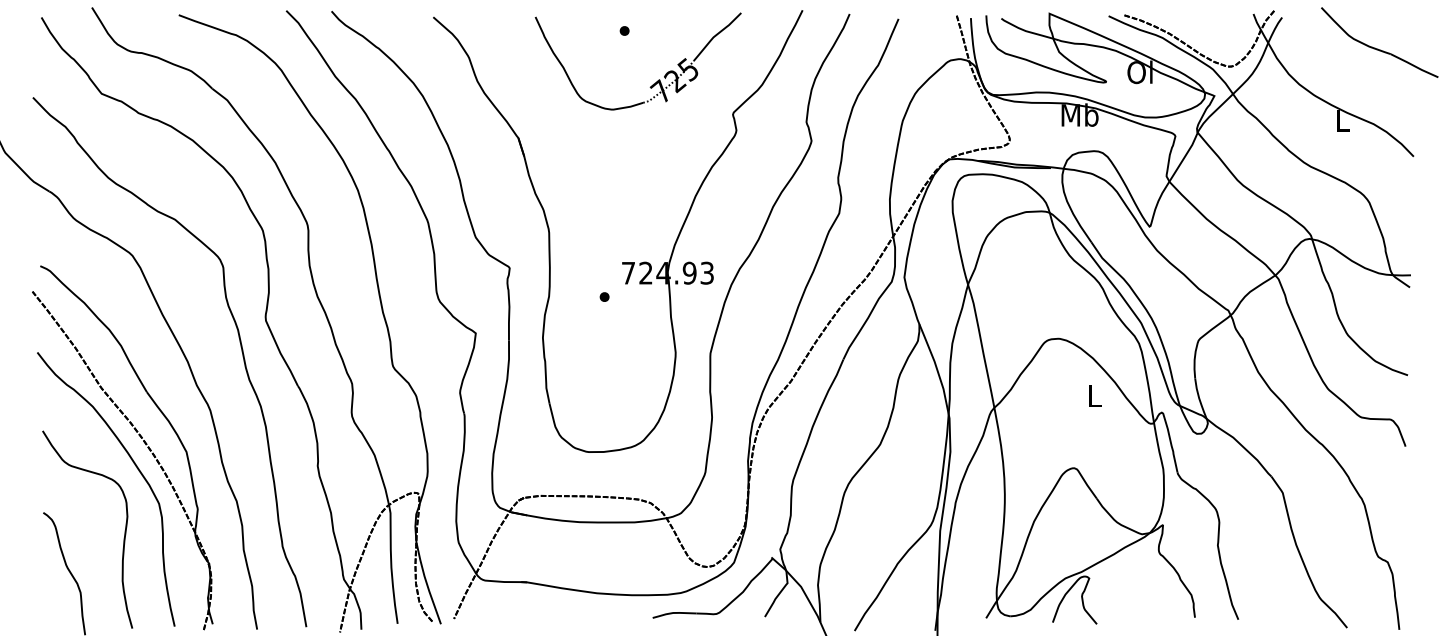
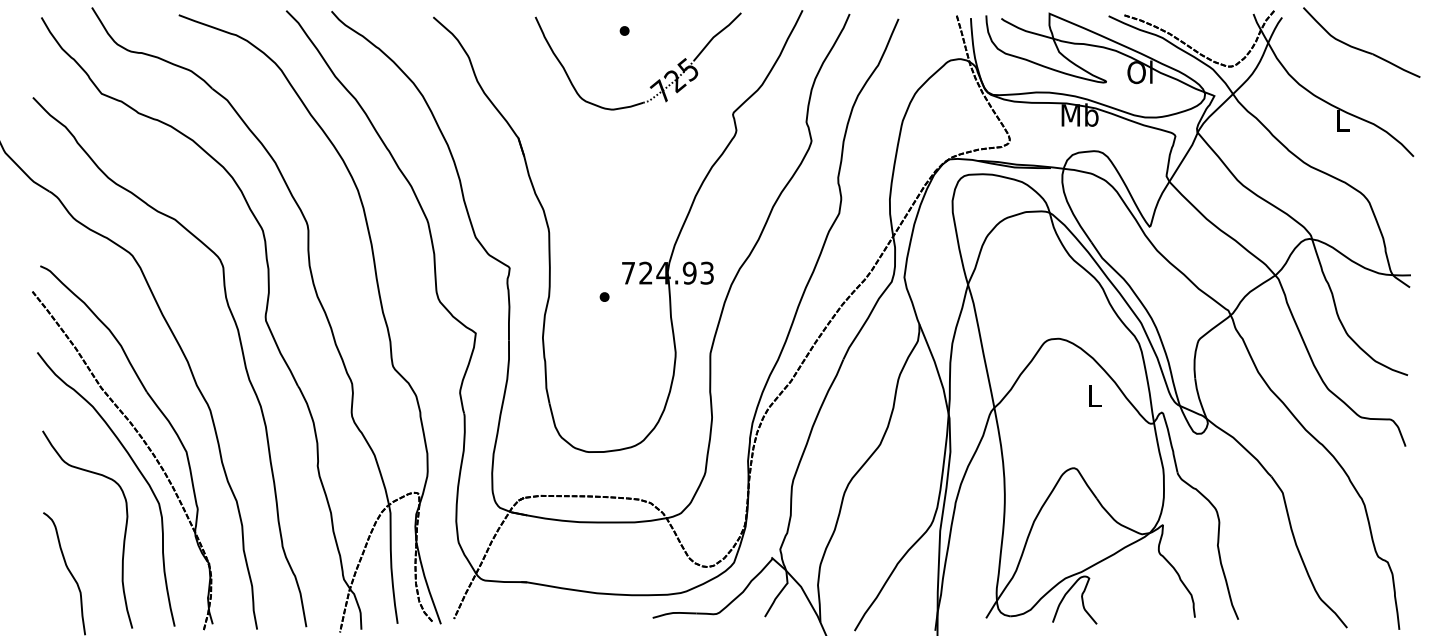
part at (1378, 48) position: (1378, 48) -> (1360, 48)
